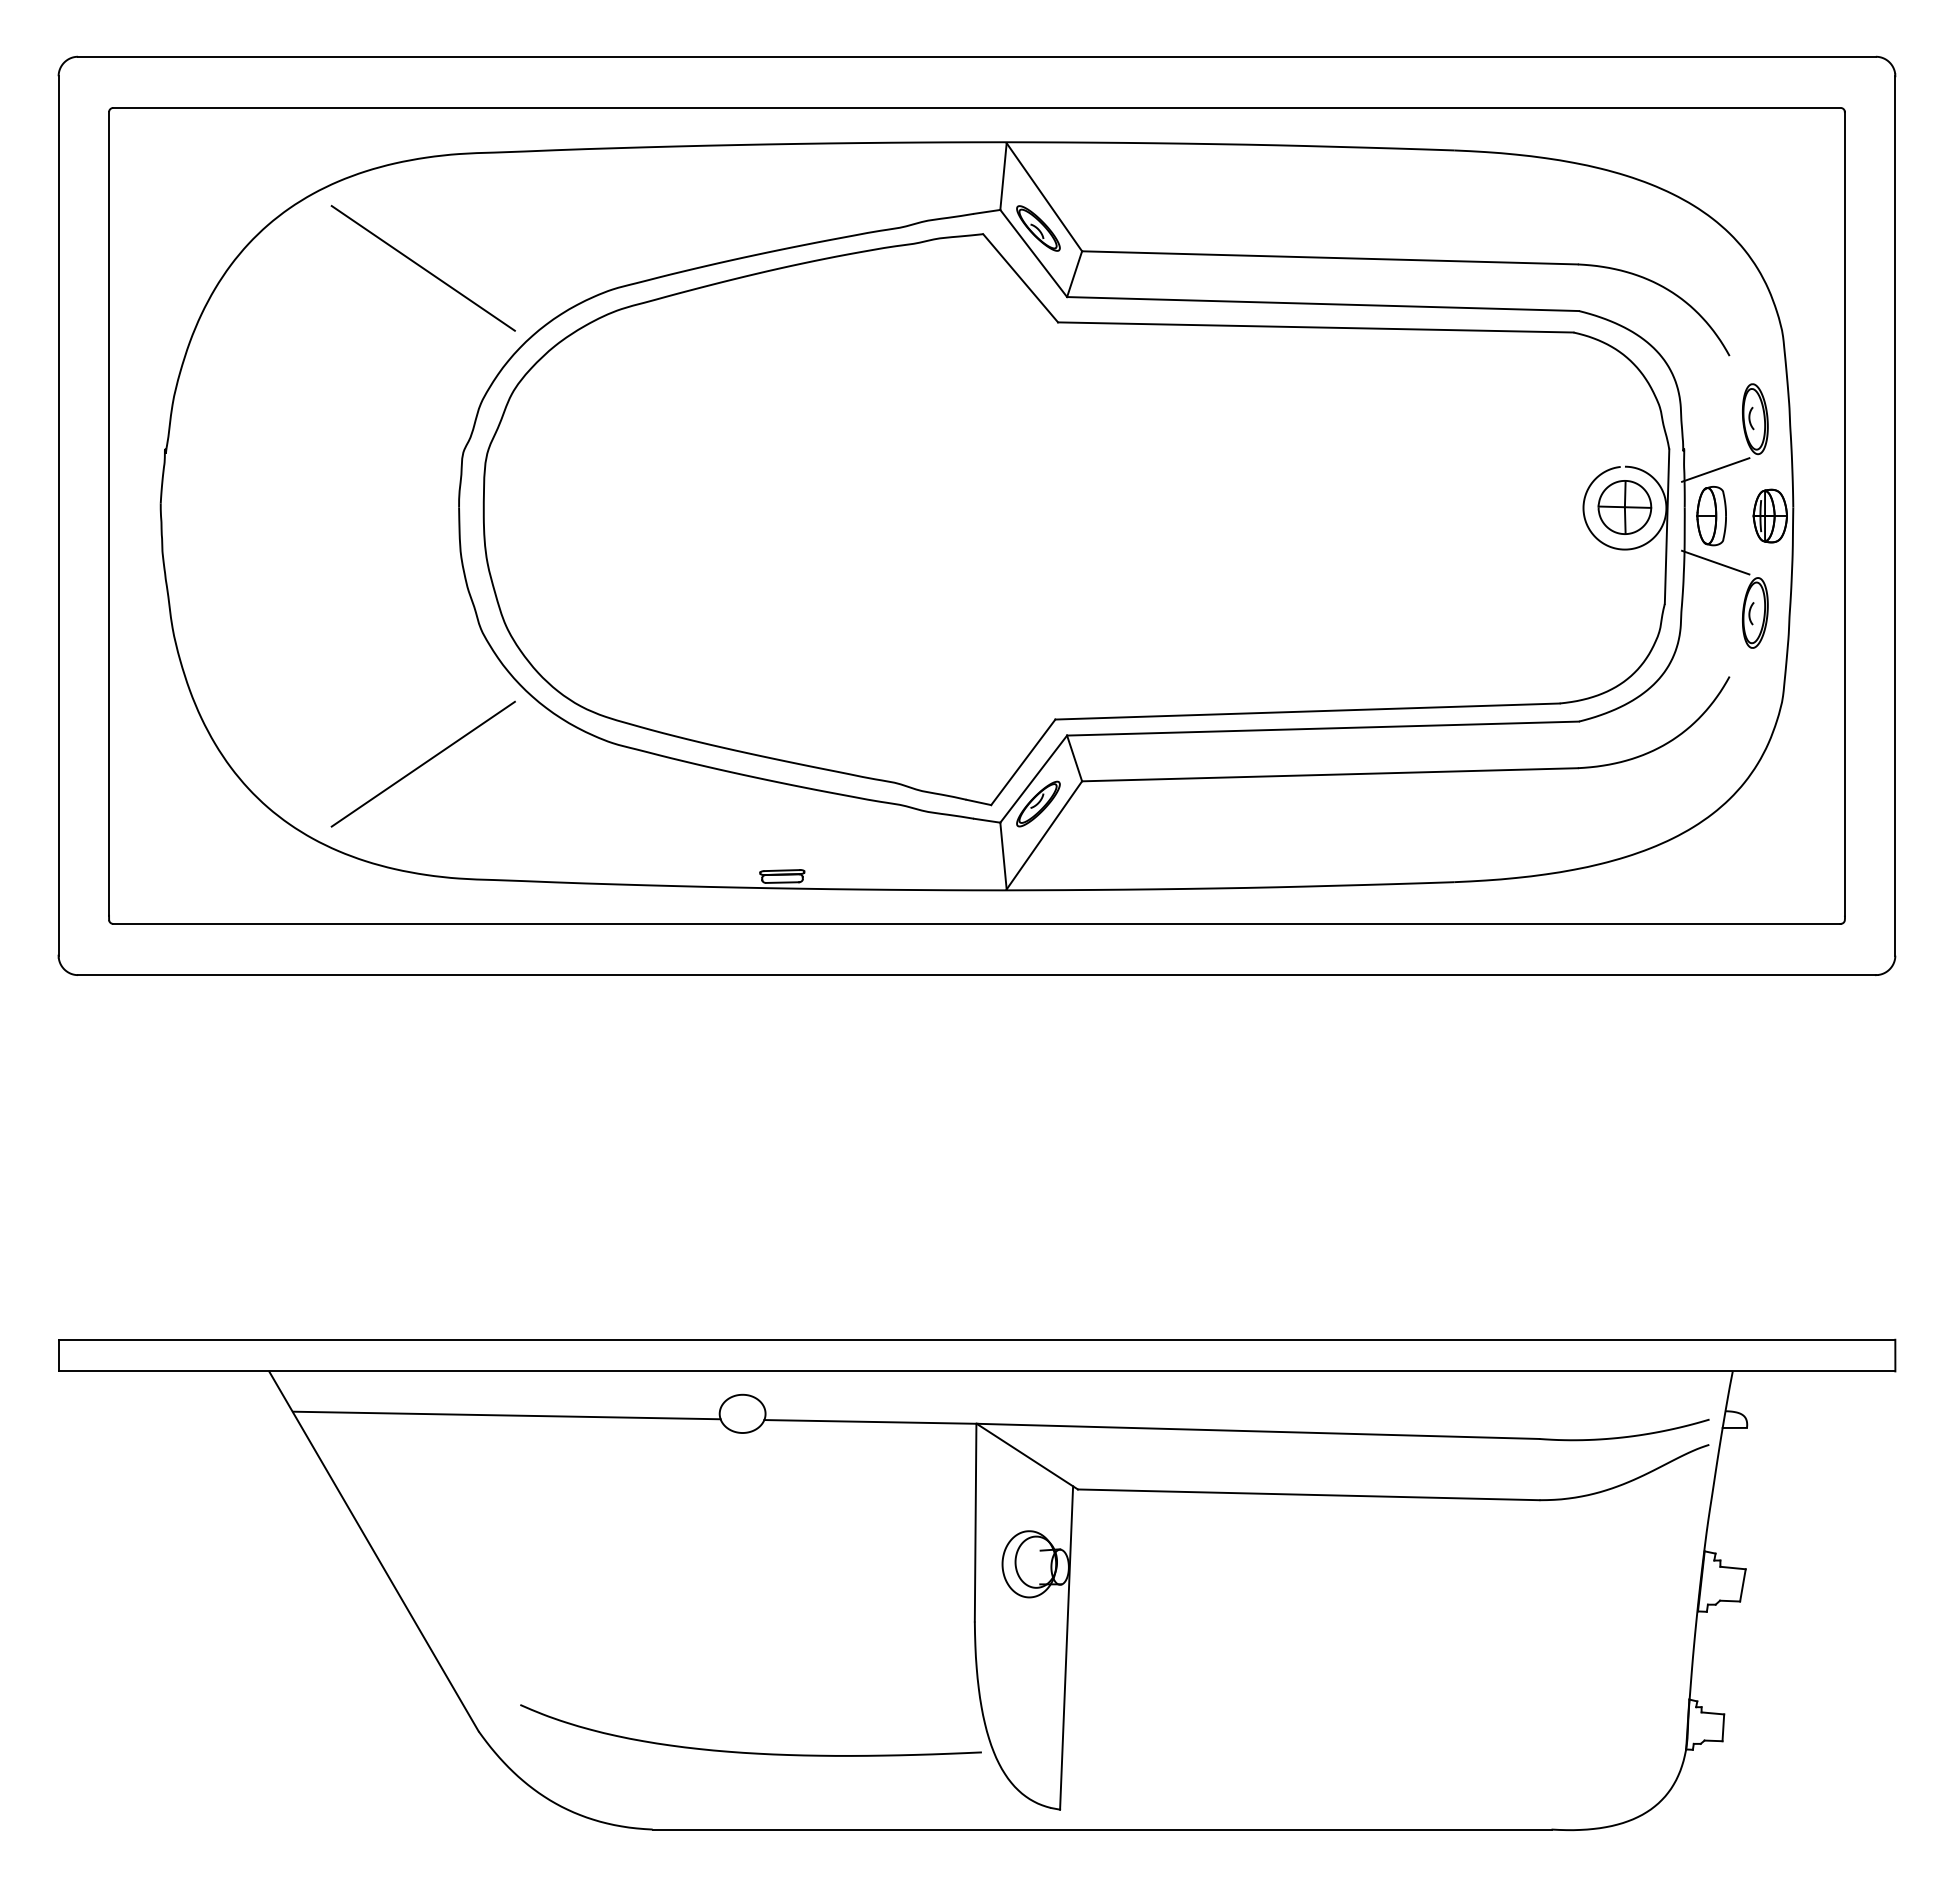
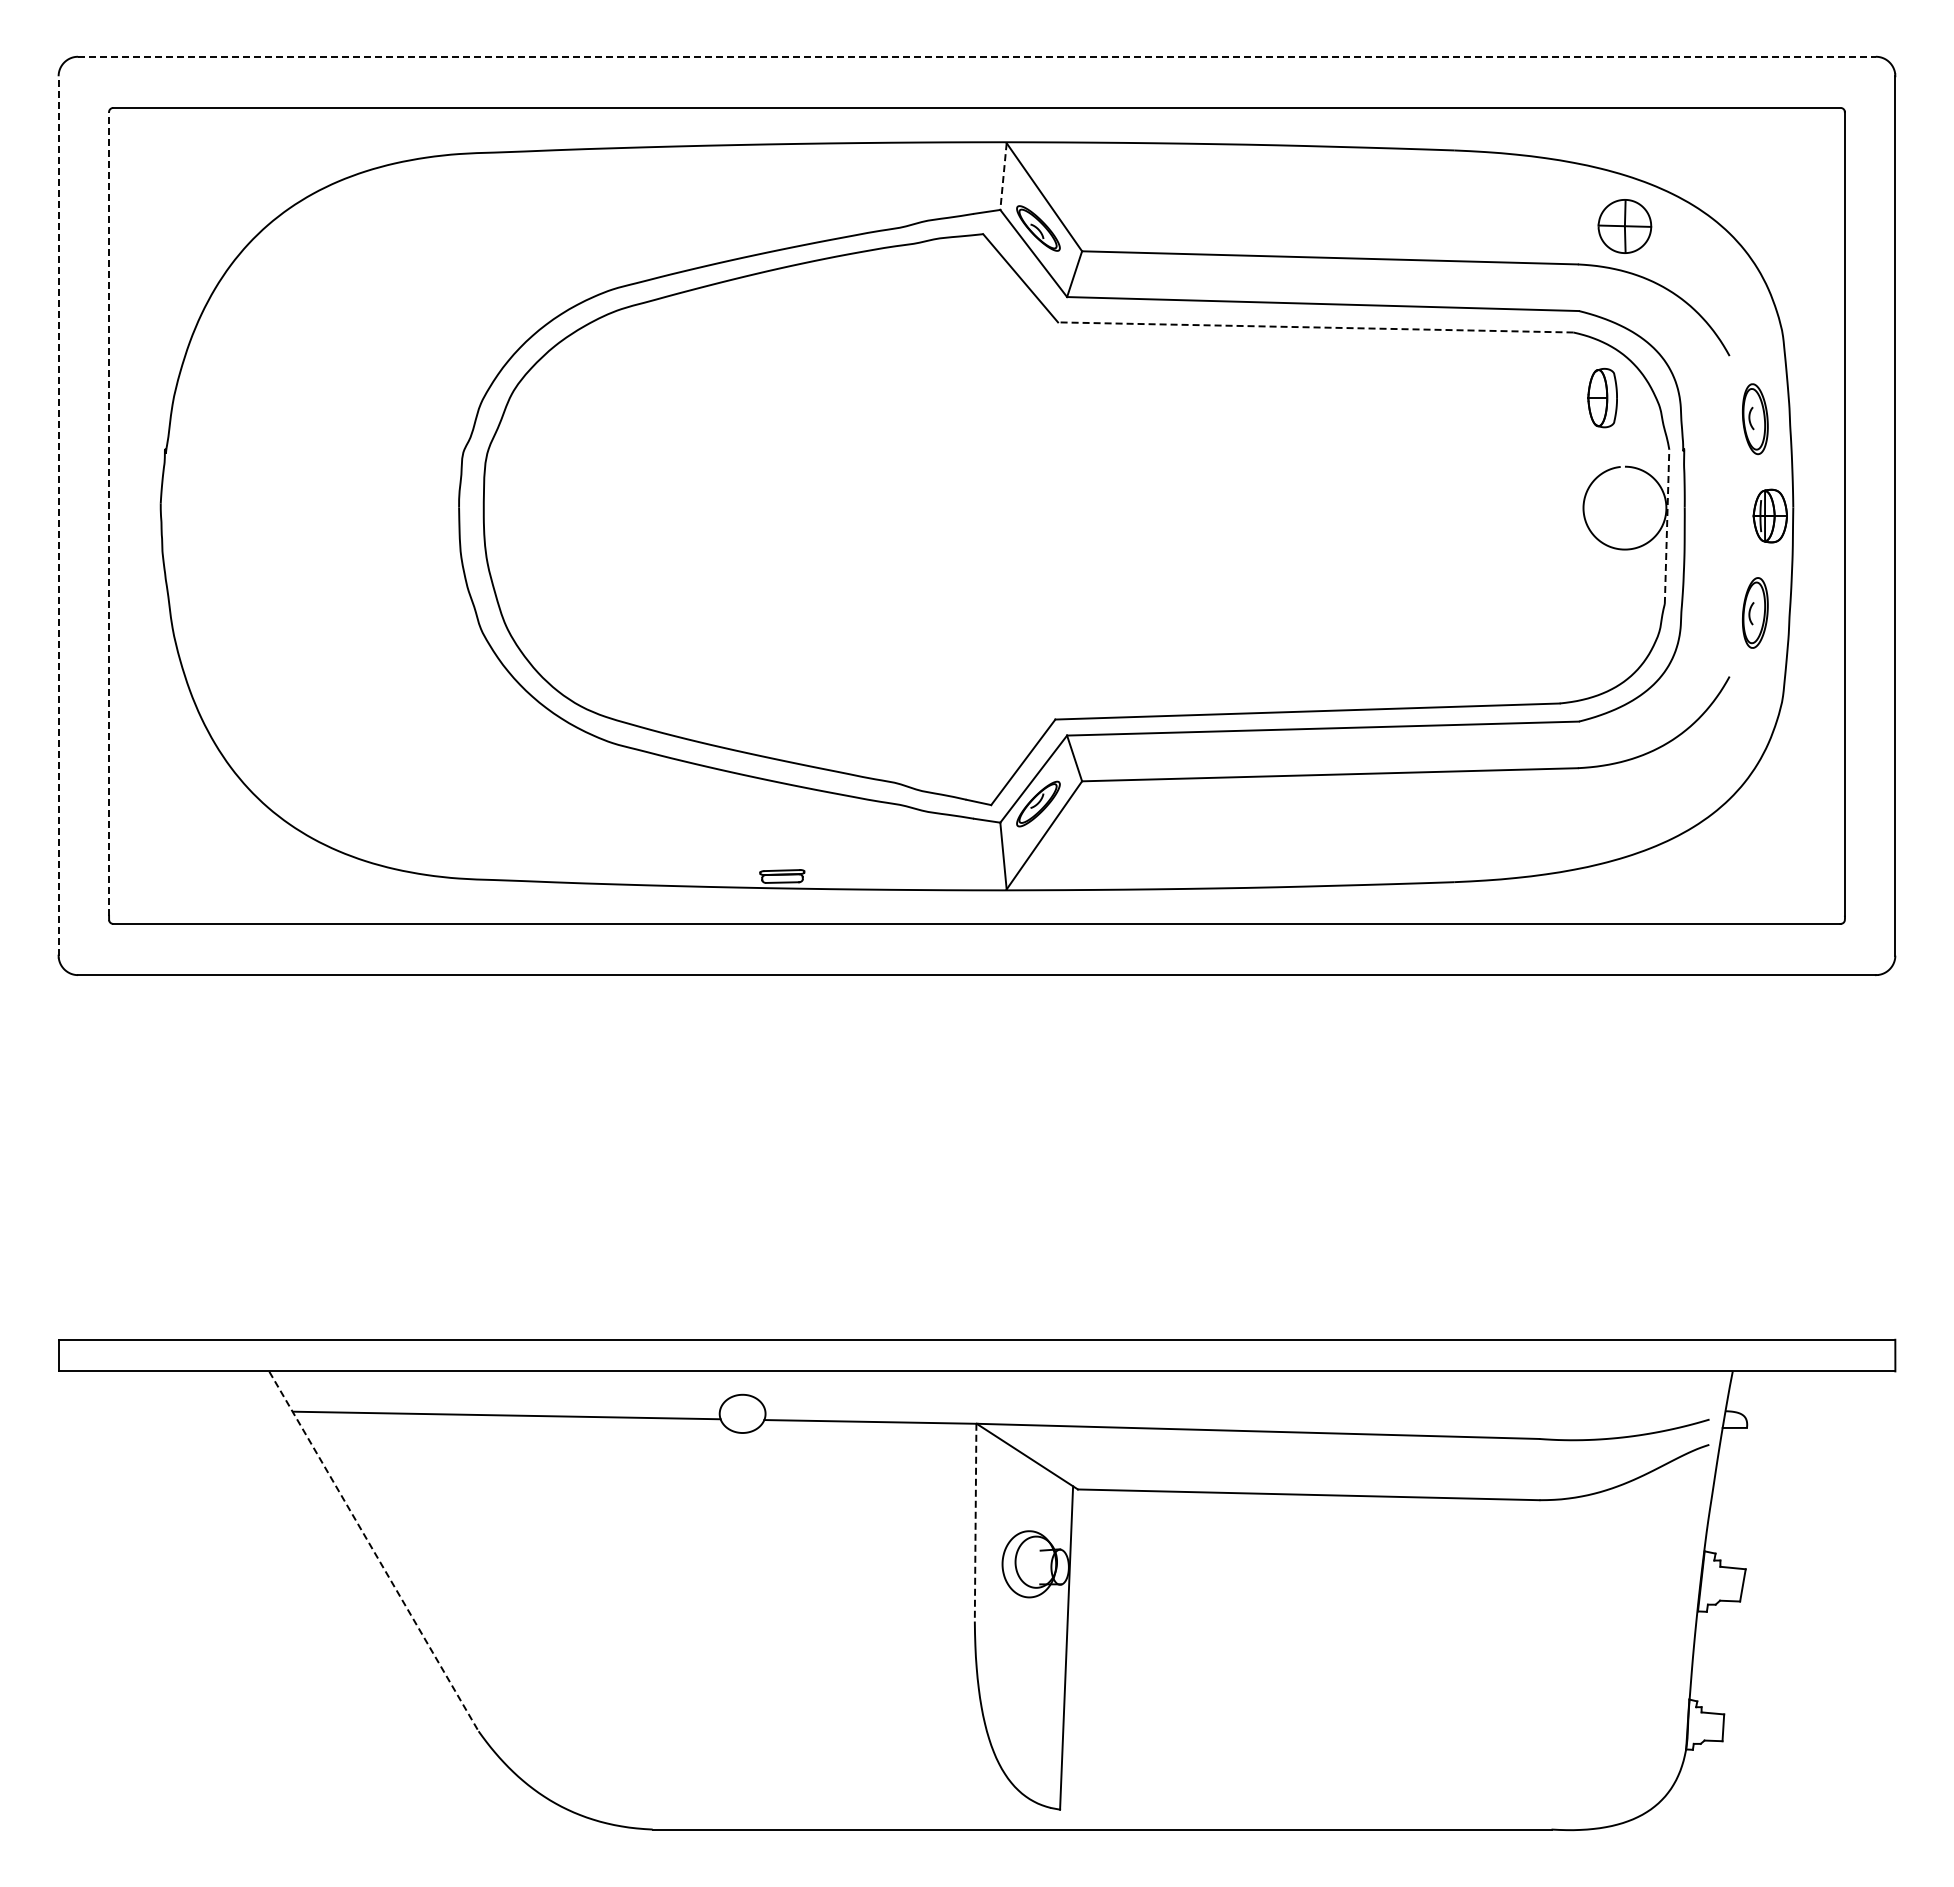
line at (976, 56): solid -> dashed
line at (1003, 176): solid -> dashed
line at (422, 268): present -> none
line at (1315, 327): solid -> dashed
line at (1715, 469): present -> none
part at (1624, 507) position: (1624, 507) -> (1624, 226)
line at (109, 513): solid -> dashed
line at (58, 515): solid -> dashed
part at (1711, 516) position: (1711, 516) -> (1602, 398)
line at (1667, 526): solid -> dashed
line at (1715, 562): present -> none
line at (422, 763): present -> none
line at (975, 1522): solid -> dashed
line at (374, 1551): solid -> dashed
curve at (750, 1752): present -> none
